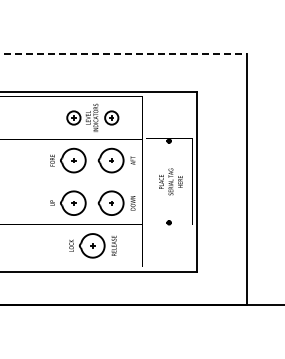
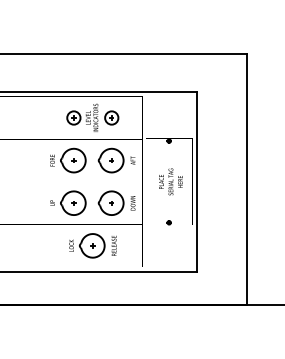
line at (123, 54): dashed -> solid
